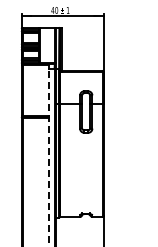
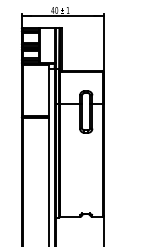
line at (49, 157): dashed -> solid
